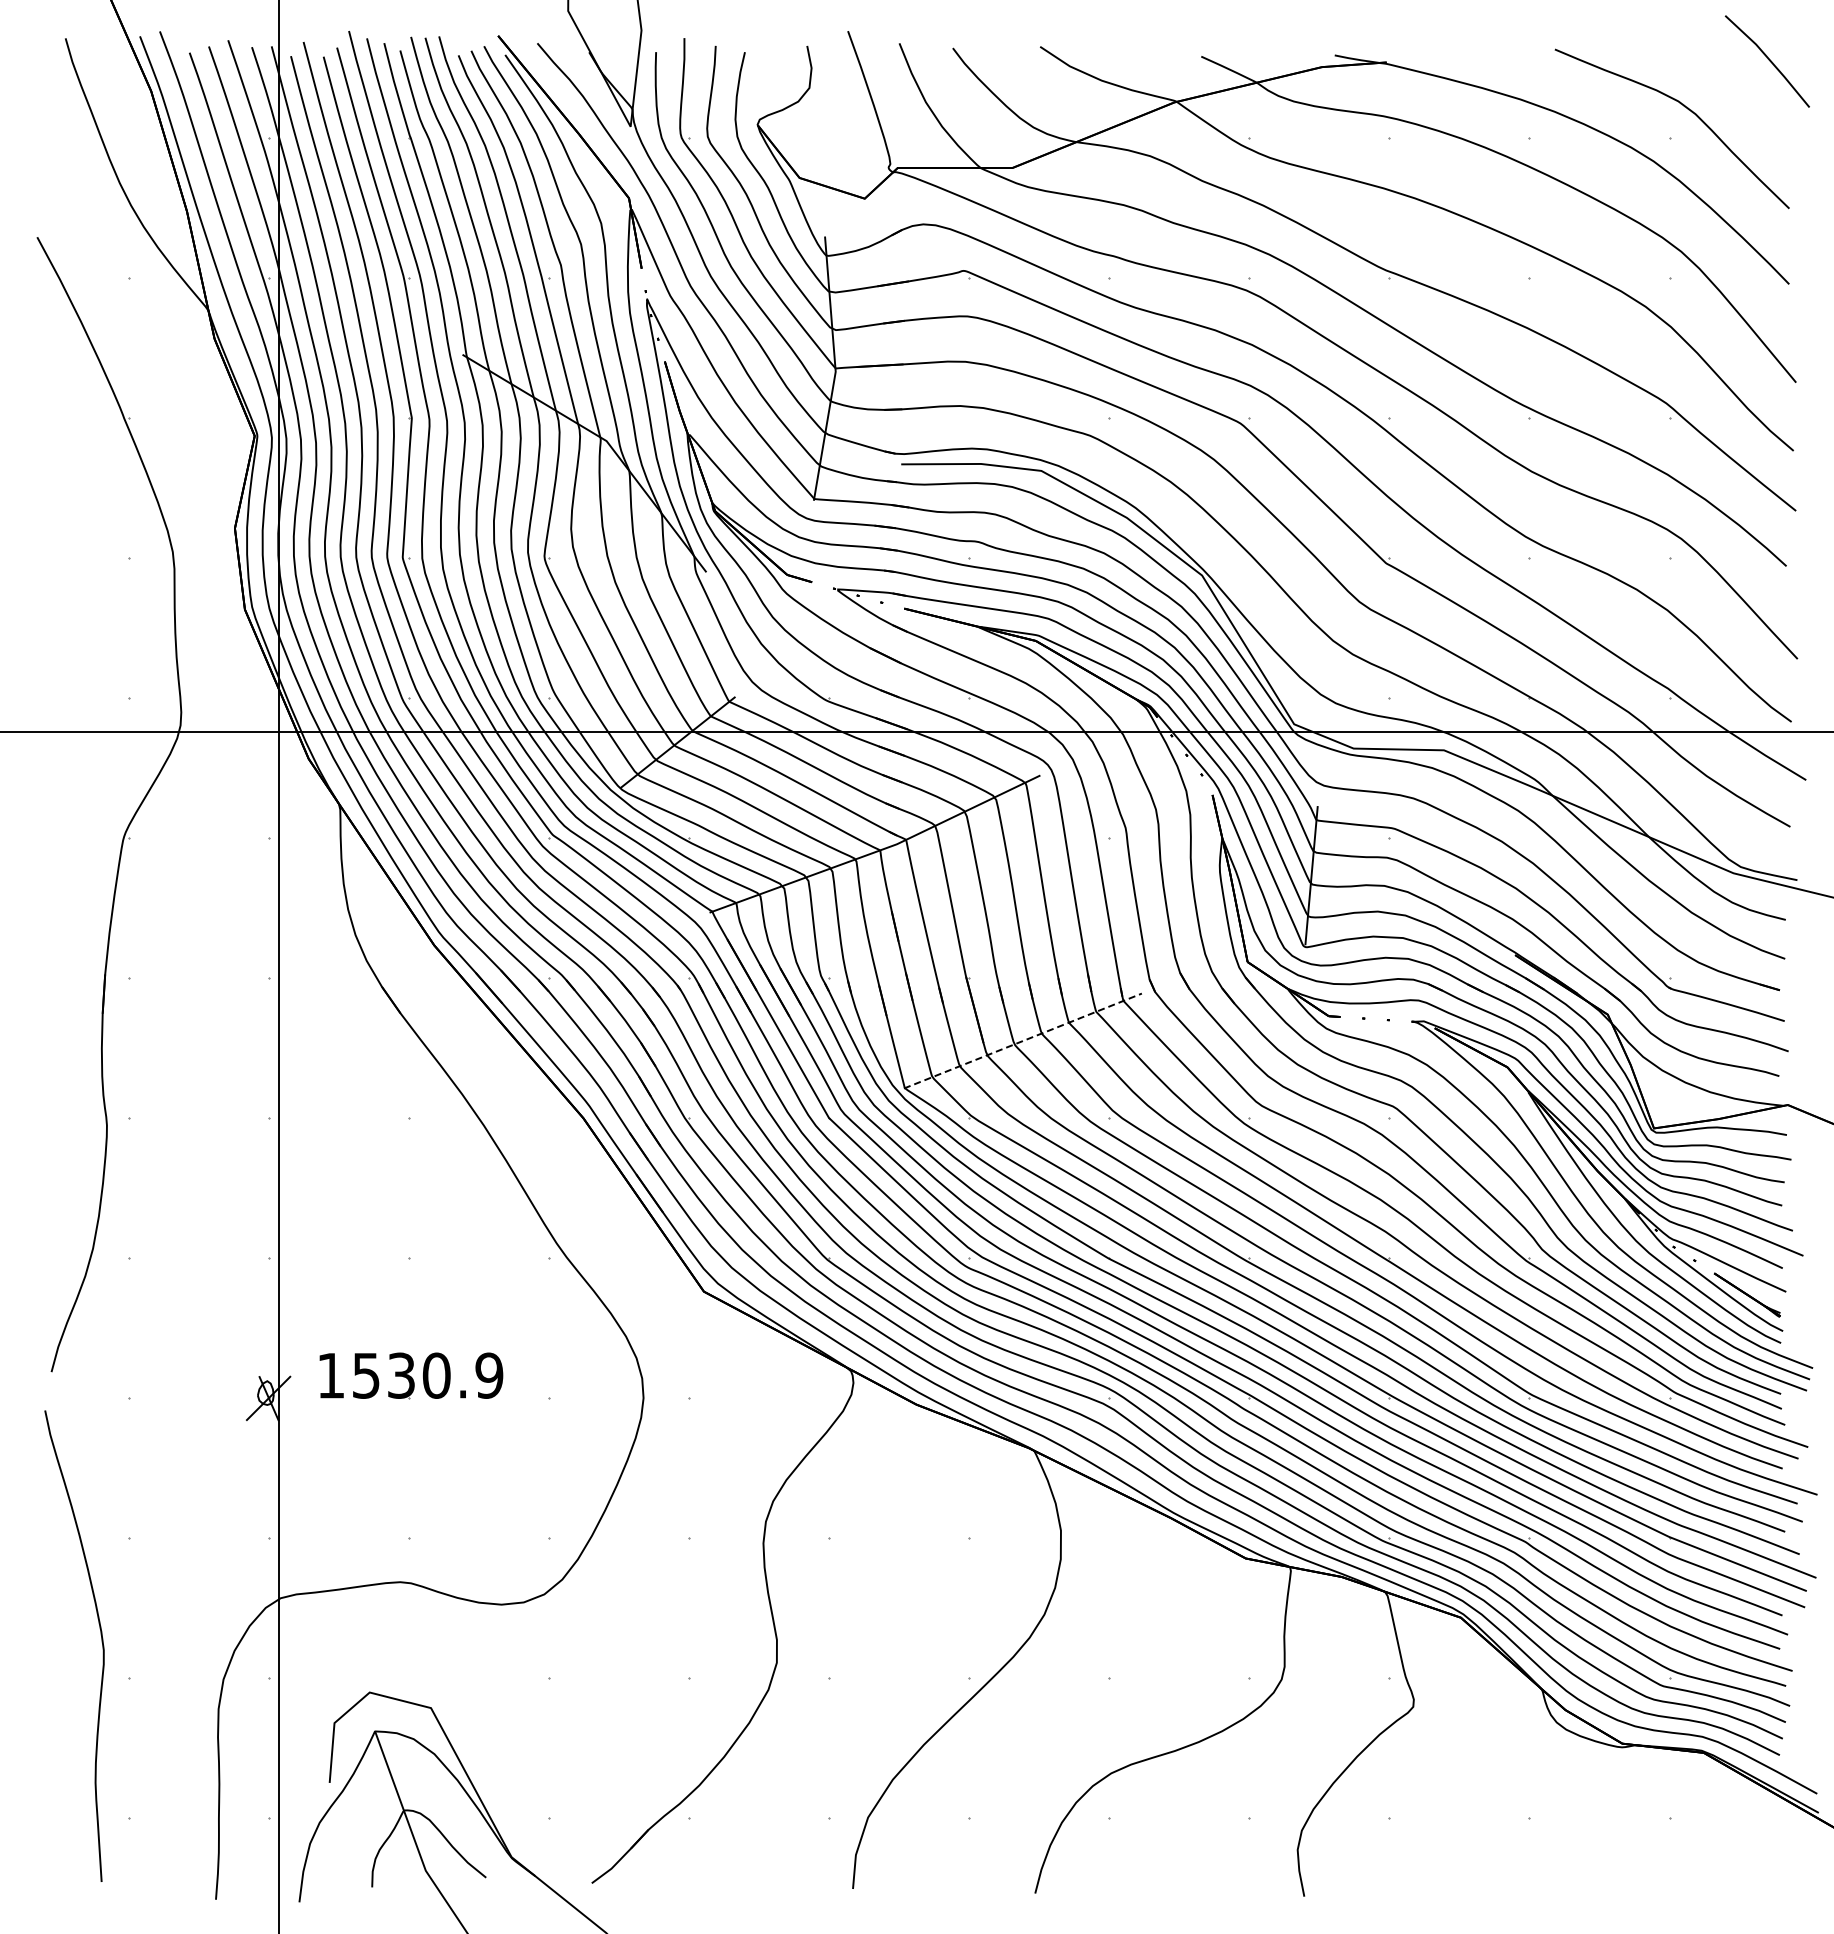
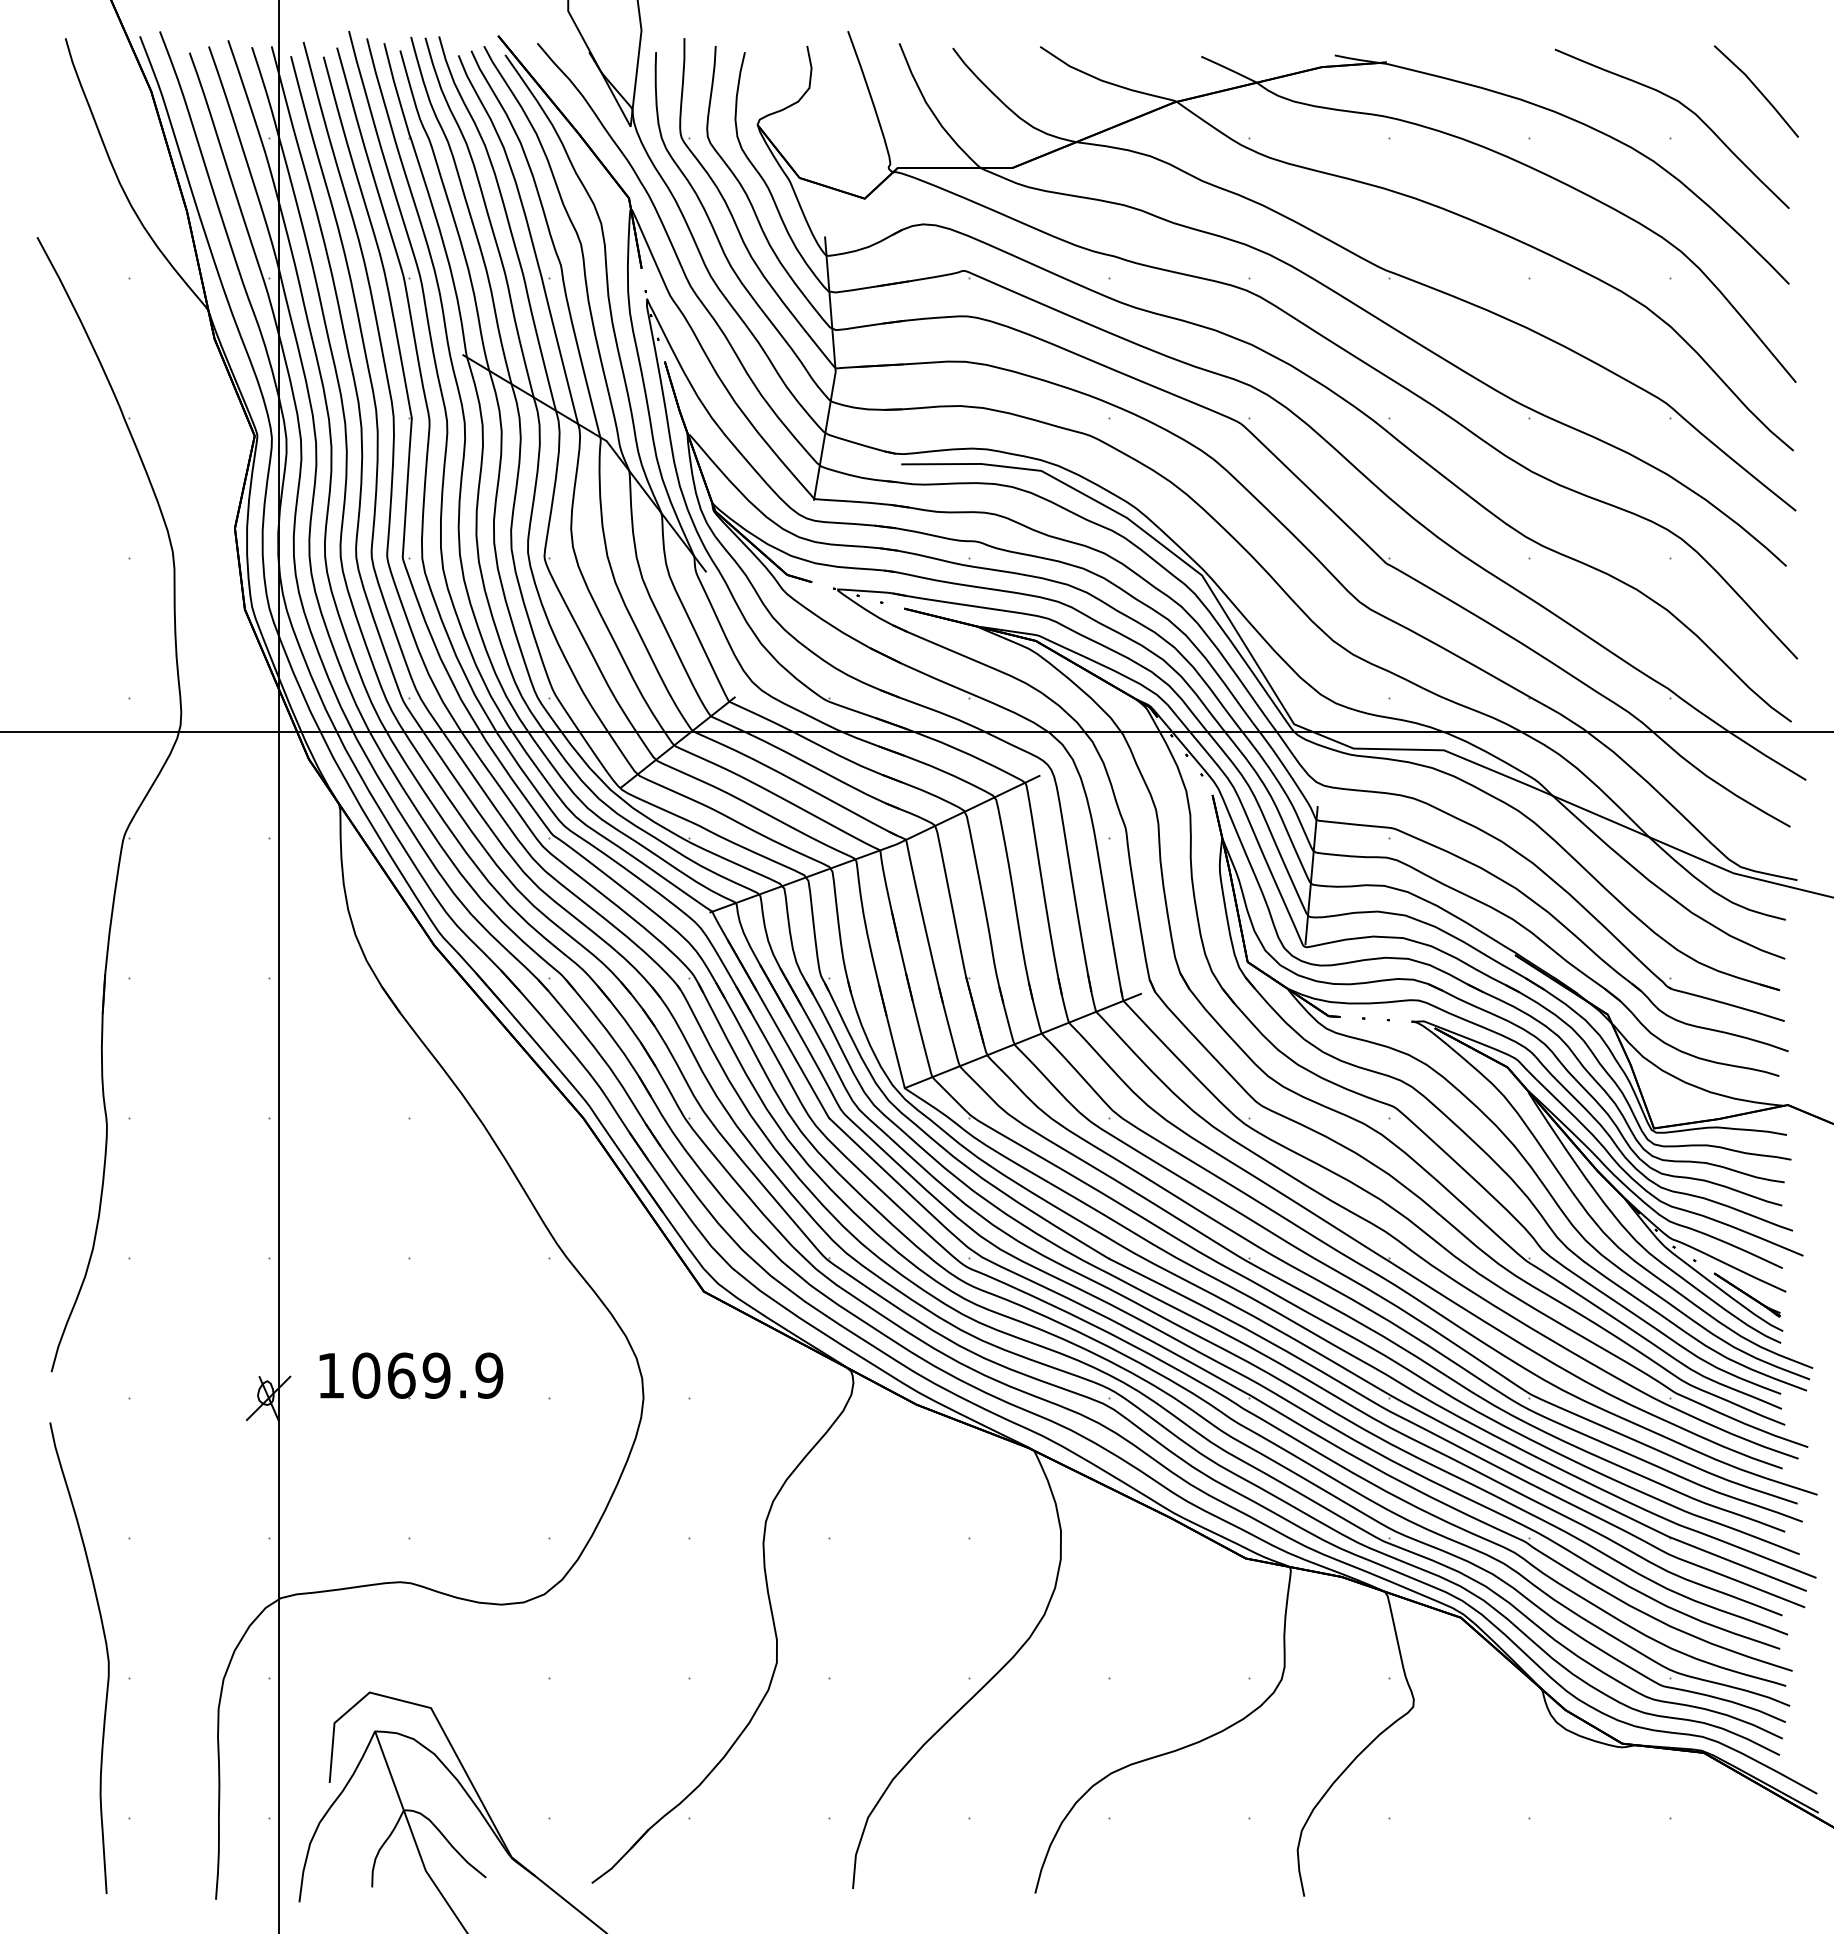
line at (1767, 59) position: (1767, 59) -> (1756, 89)
line at (1023, 1040): dashed -> solid
text at (401, 1375): 1530.9 -> 1069.9
curve at (101, 1642) position: (101, 1642) -> (106, 1654)
